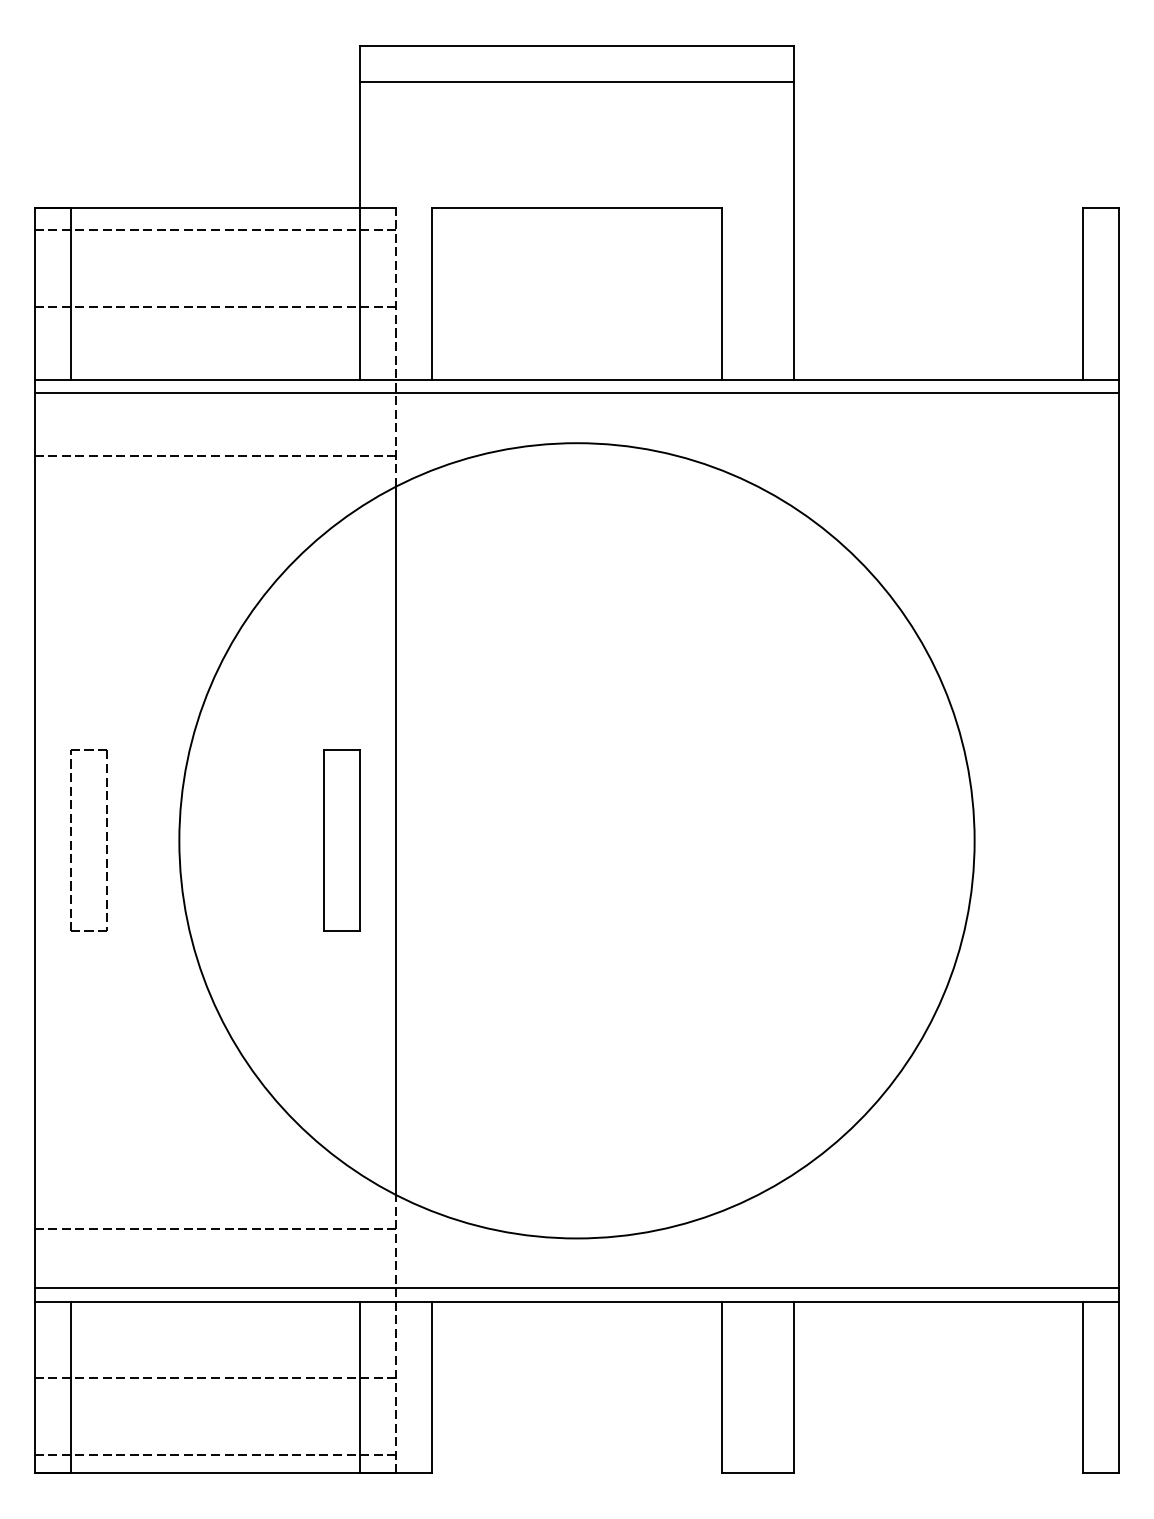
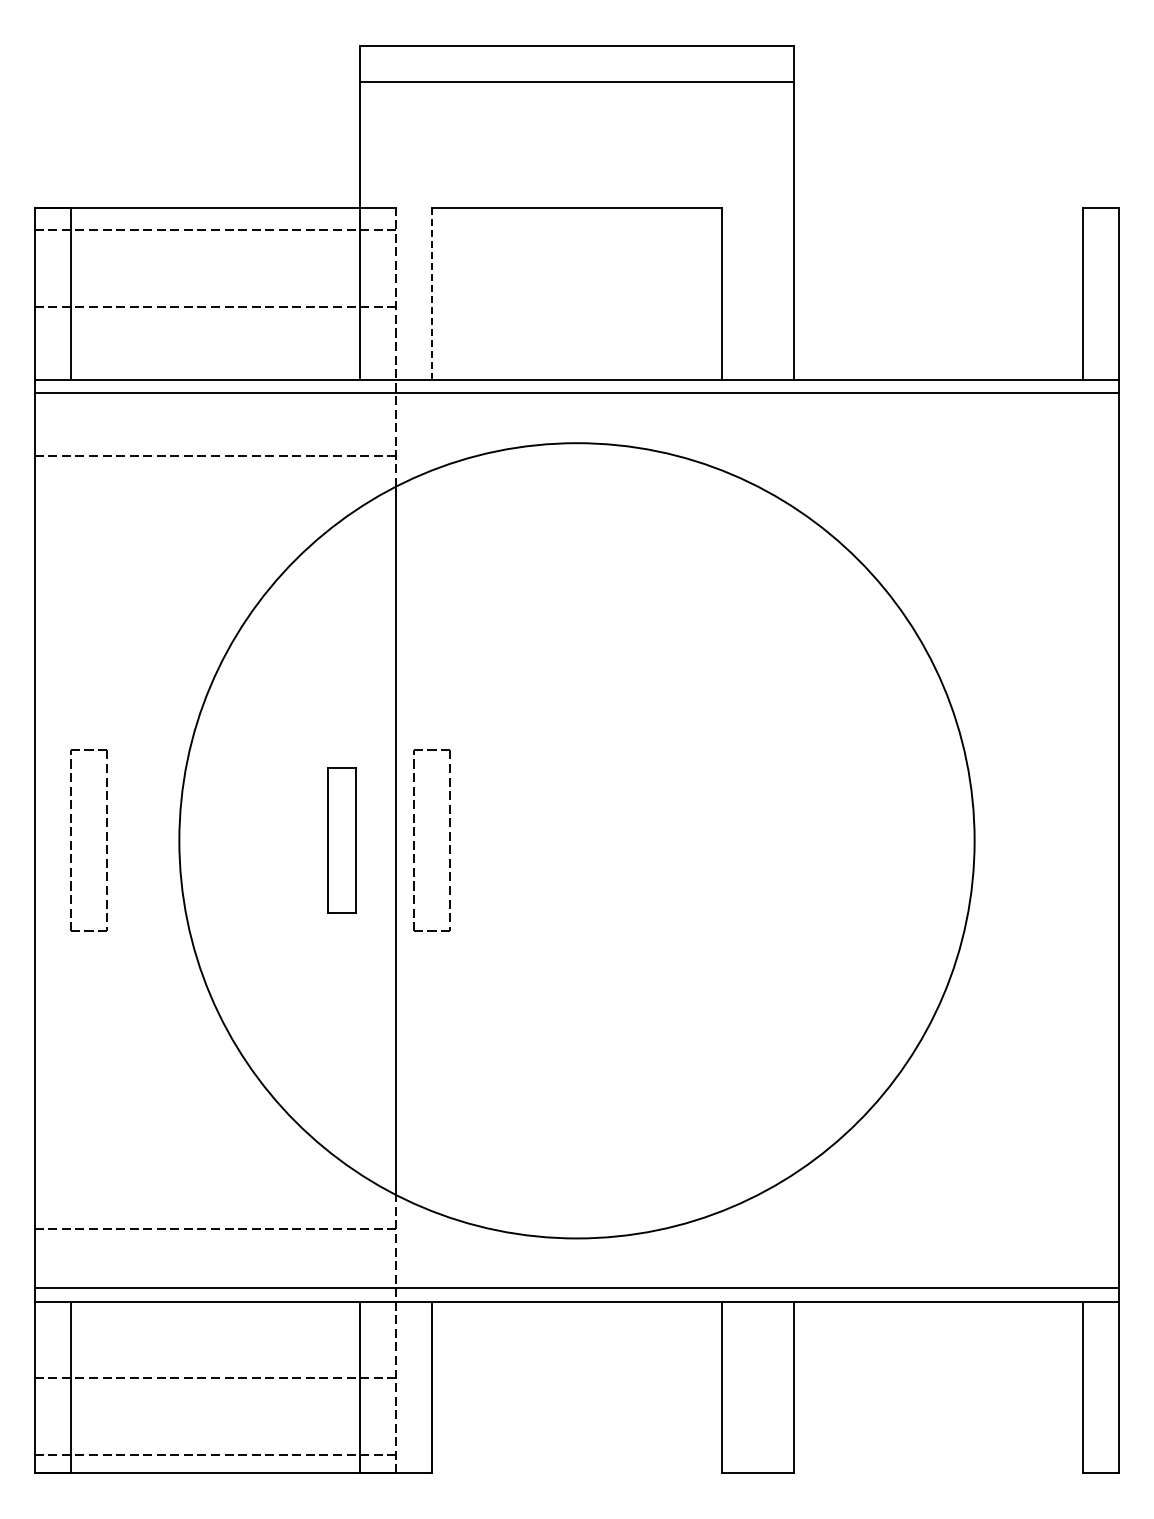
line at (432, 293): solid -> dashed
part at (341, 840) size: 38x183 px -> 30x147 px
part at (414, 841): none -> present
